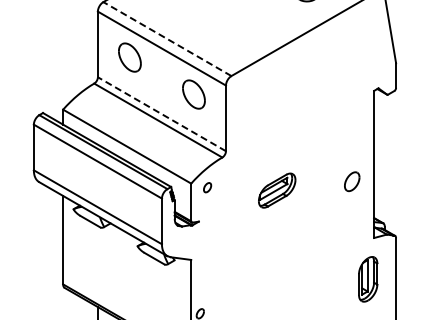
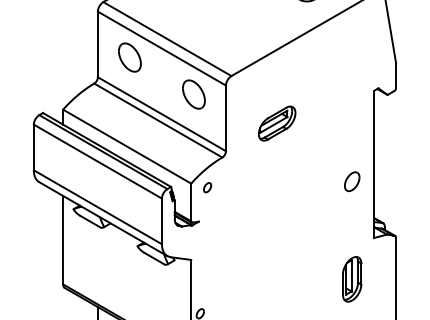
line at (167, 39): dashed -> solid
line at (161, 114): dashed -> solid
part at (277, 190) position: (277, 190) -> (277, 123)
part at (368, 279) position: (368, 279) -> (352, 279)
